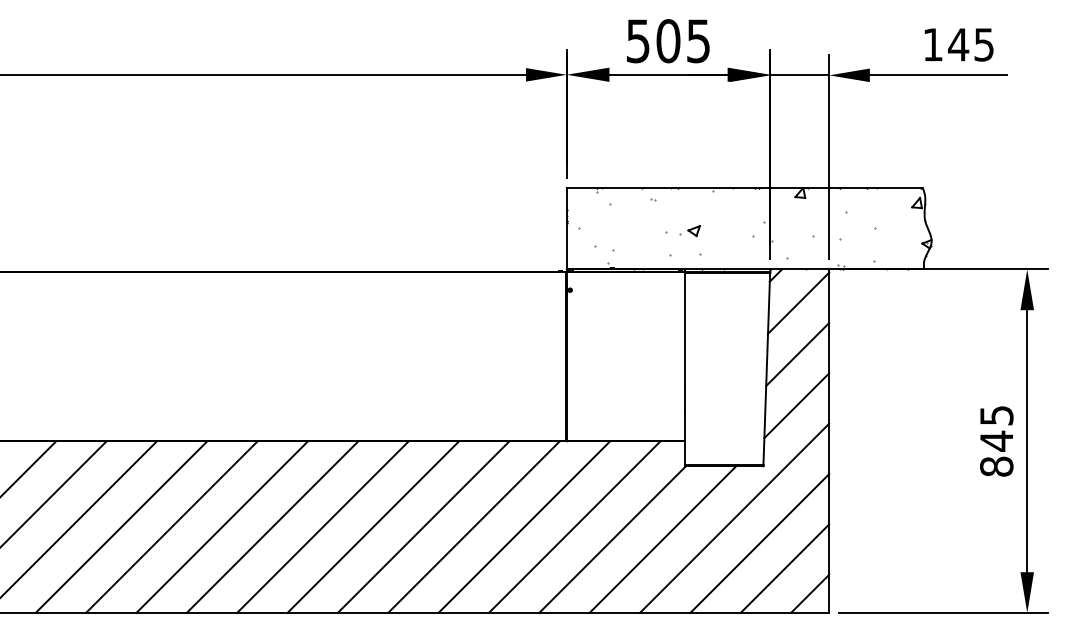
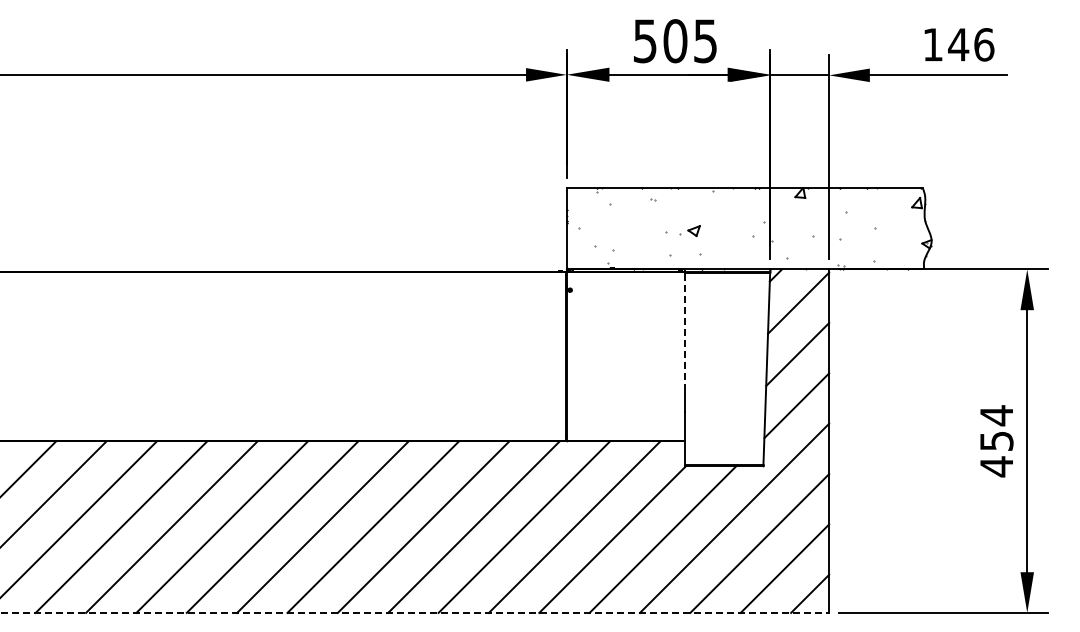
text at (668, 41) position: (668, 41) -> (675, 41)
text at (984, 44): 145 -> 146
line at (684, 333): solid -> dashed
text at (996, 441): 845 -> 454
line at (415, 612): solid -> dashed
